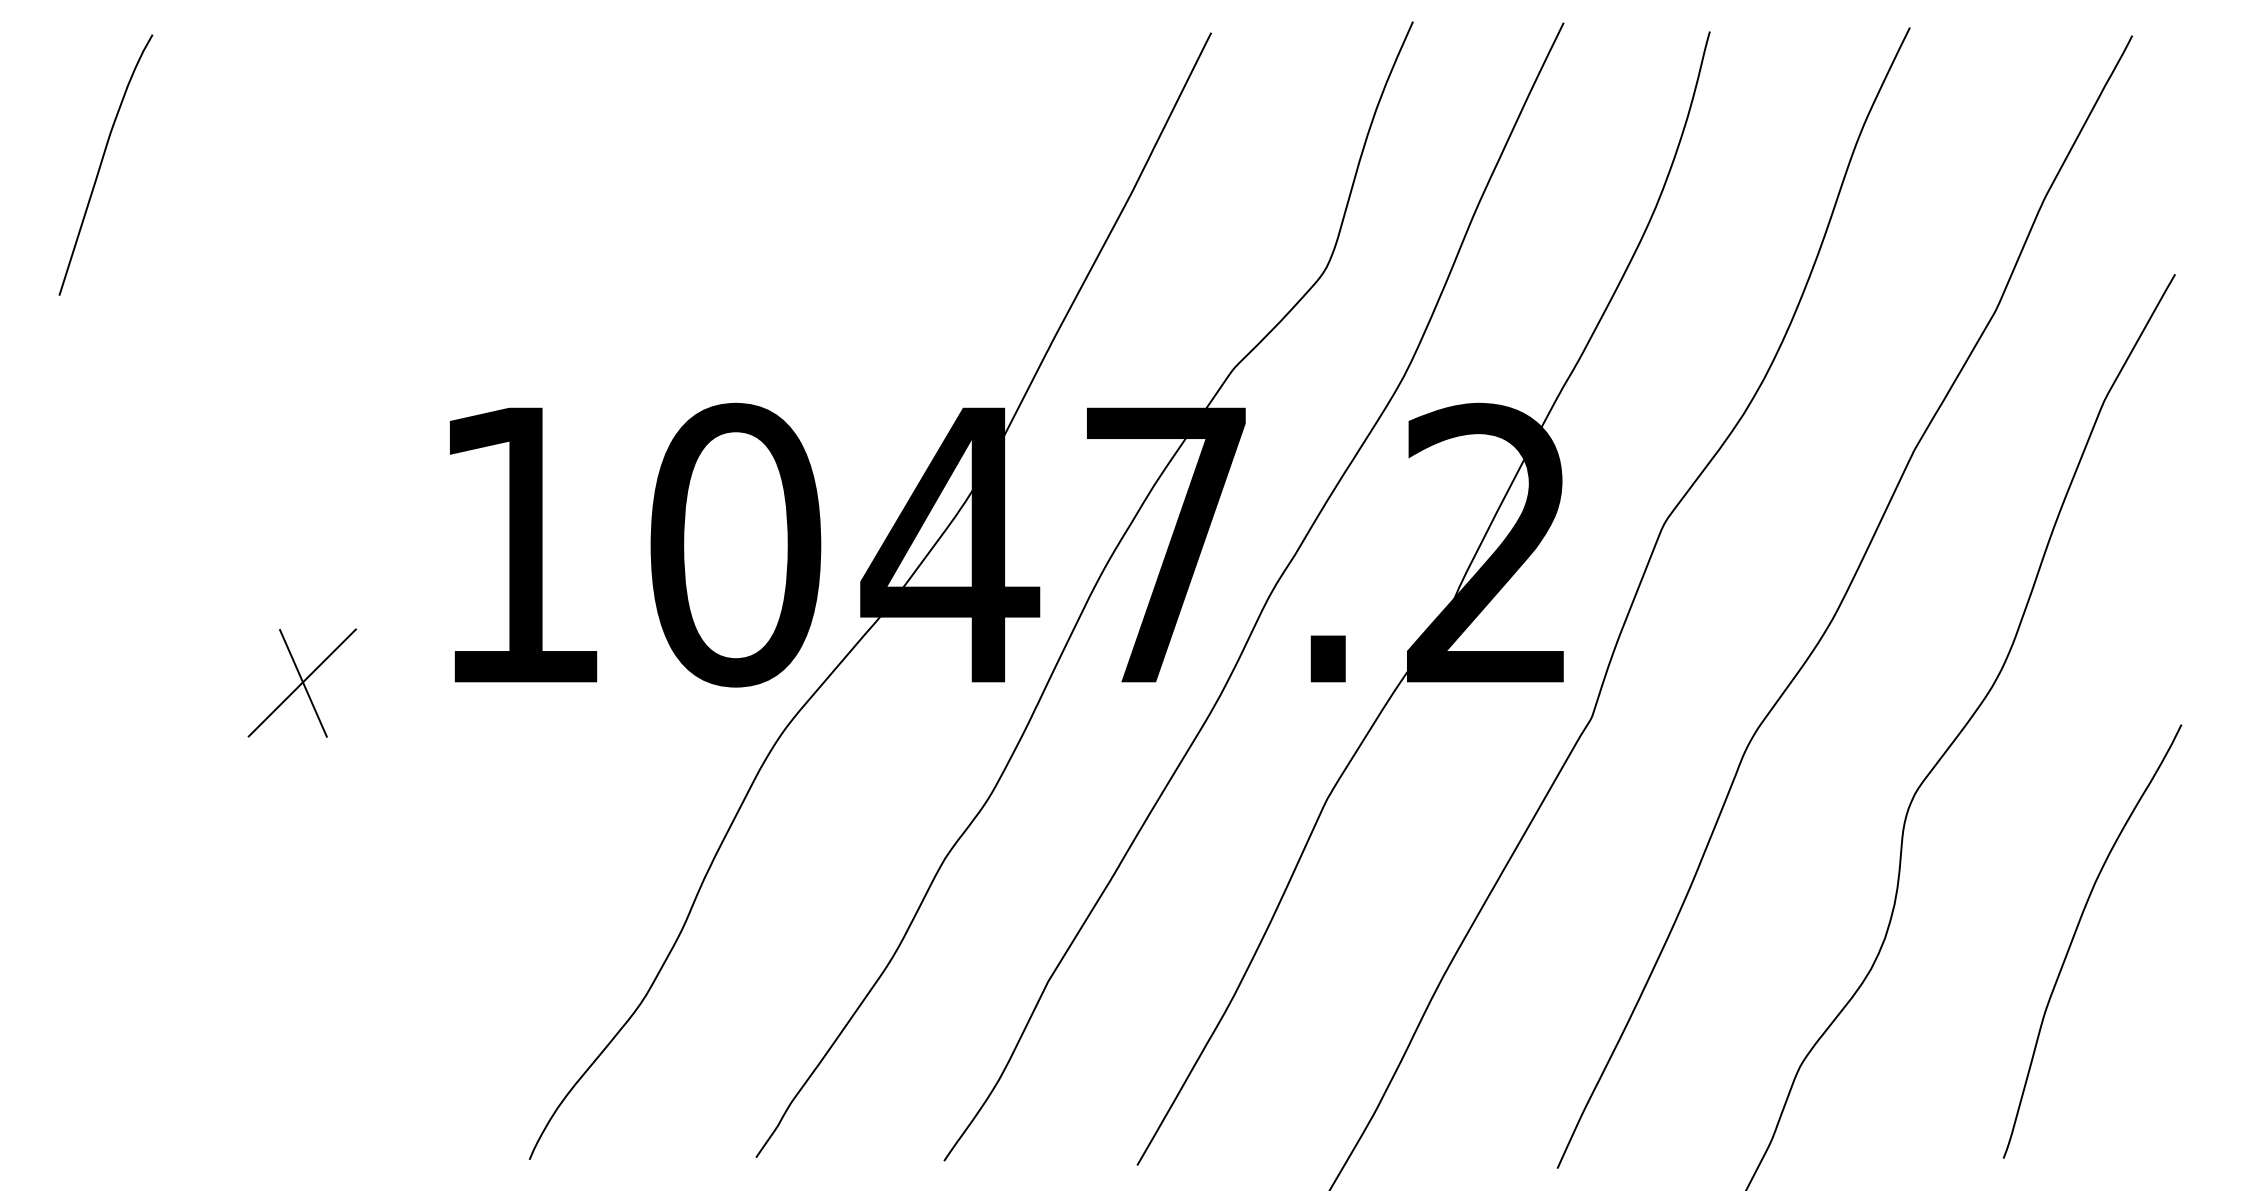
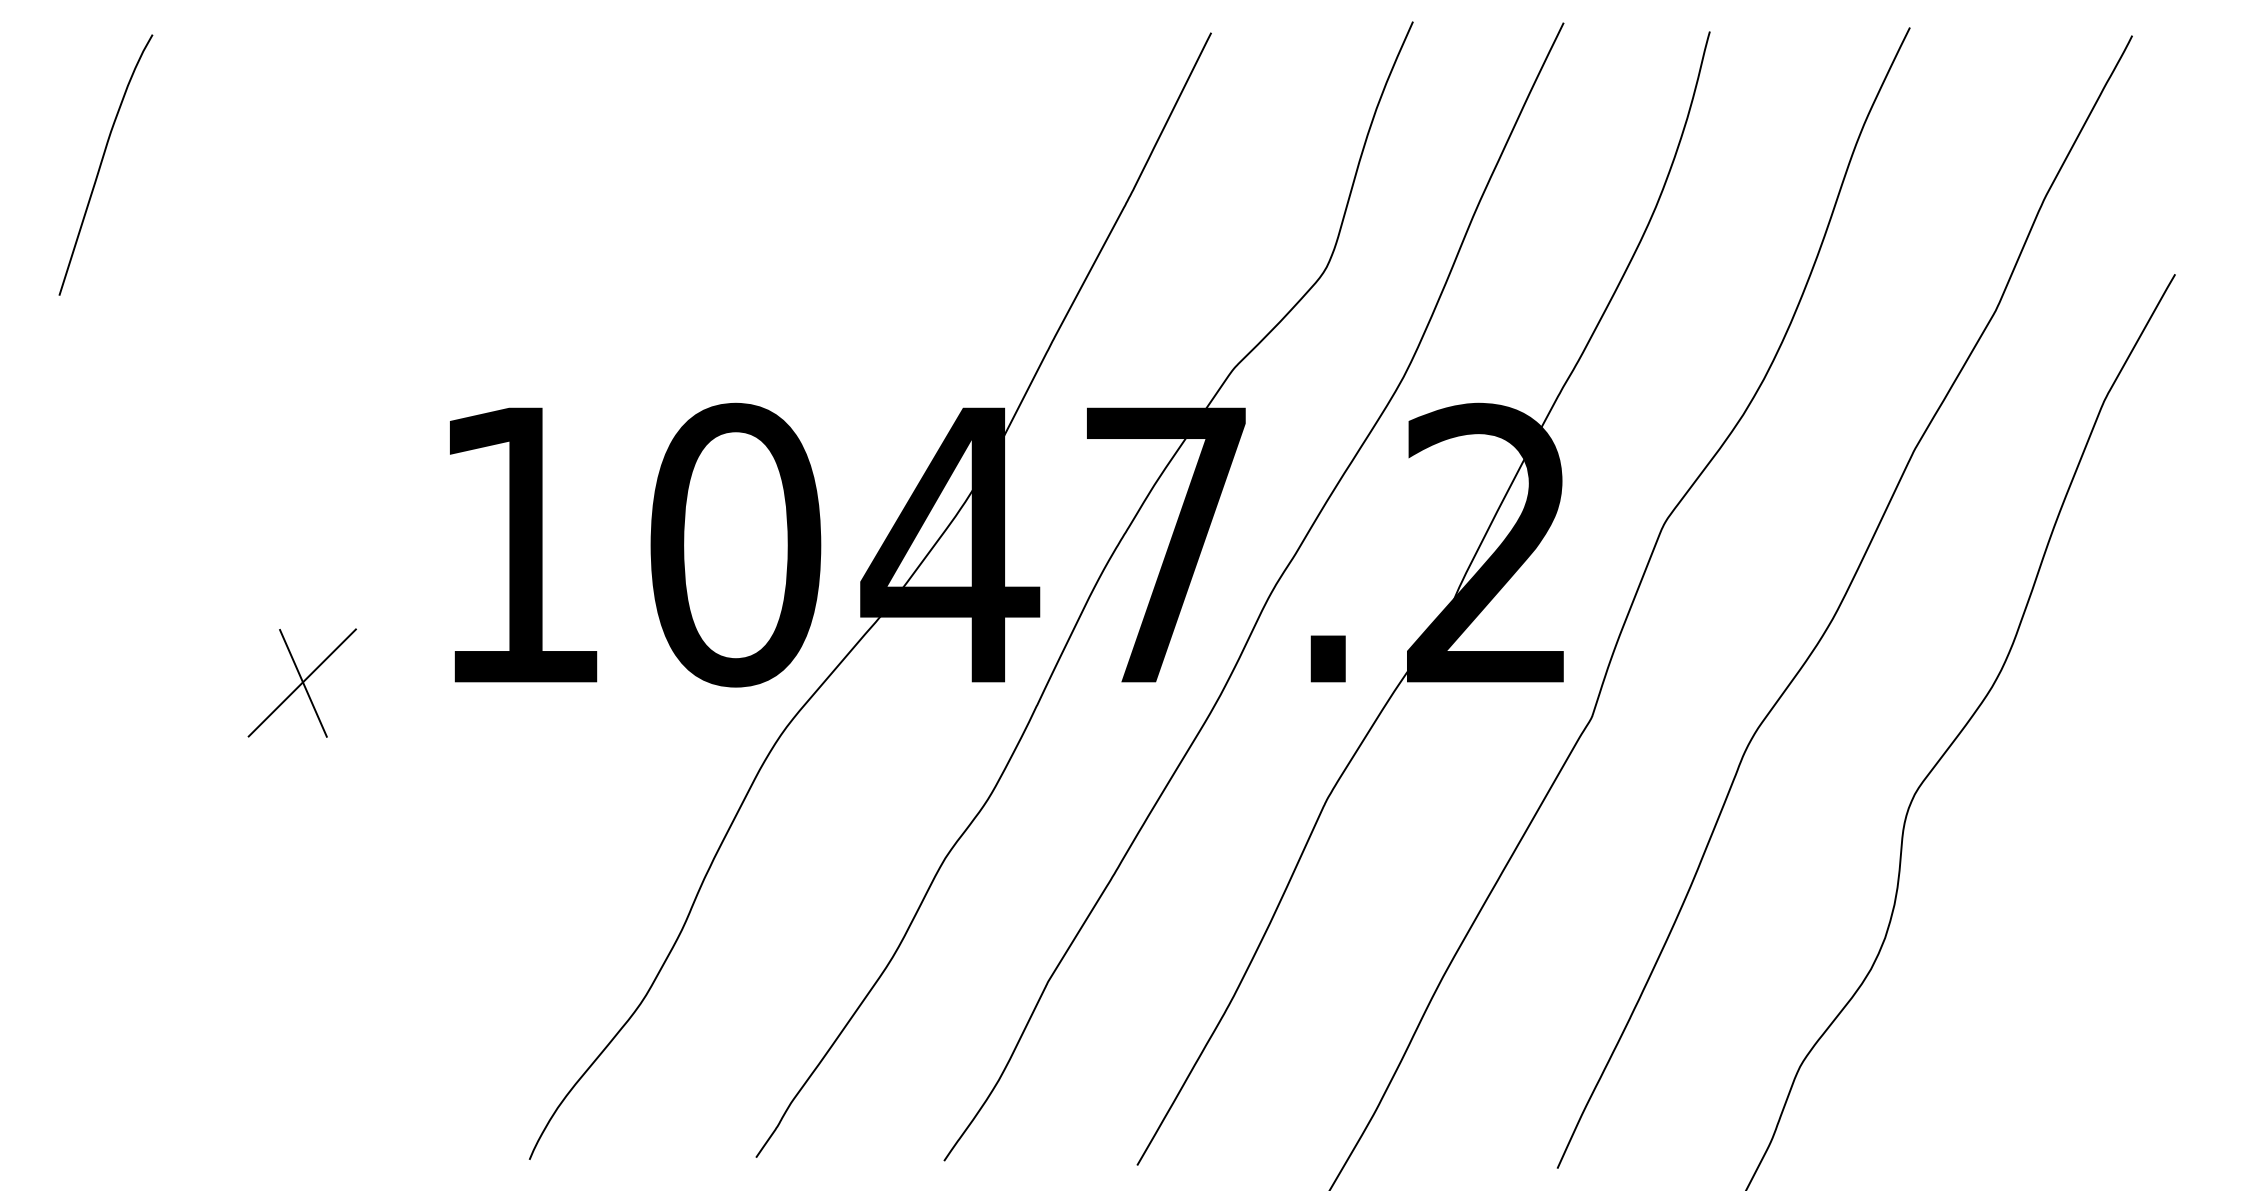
curve at (2075, 935): present -> none
